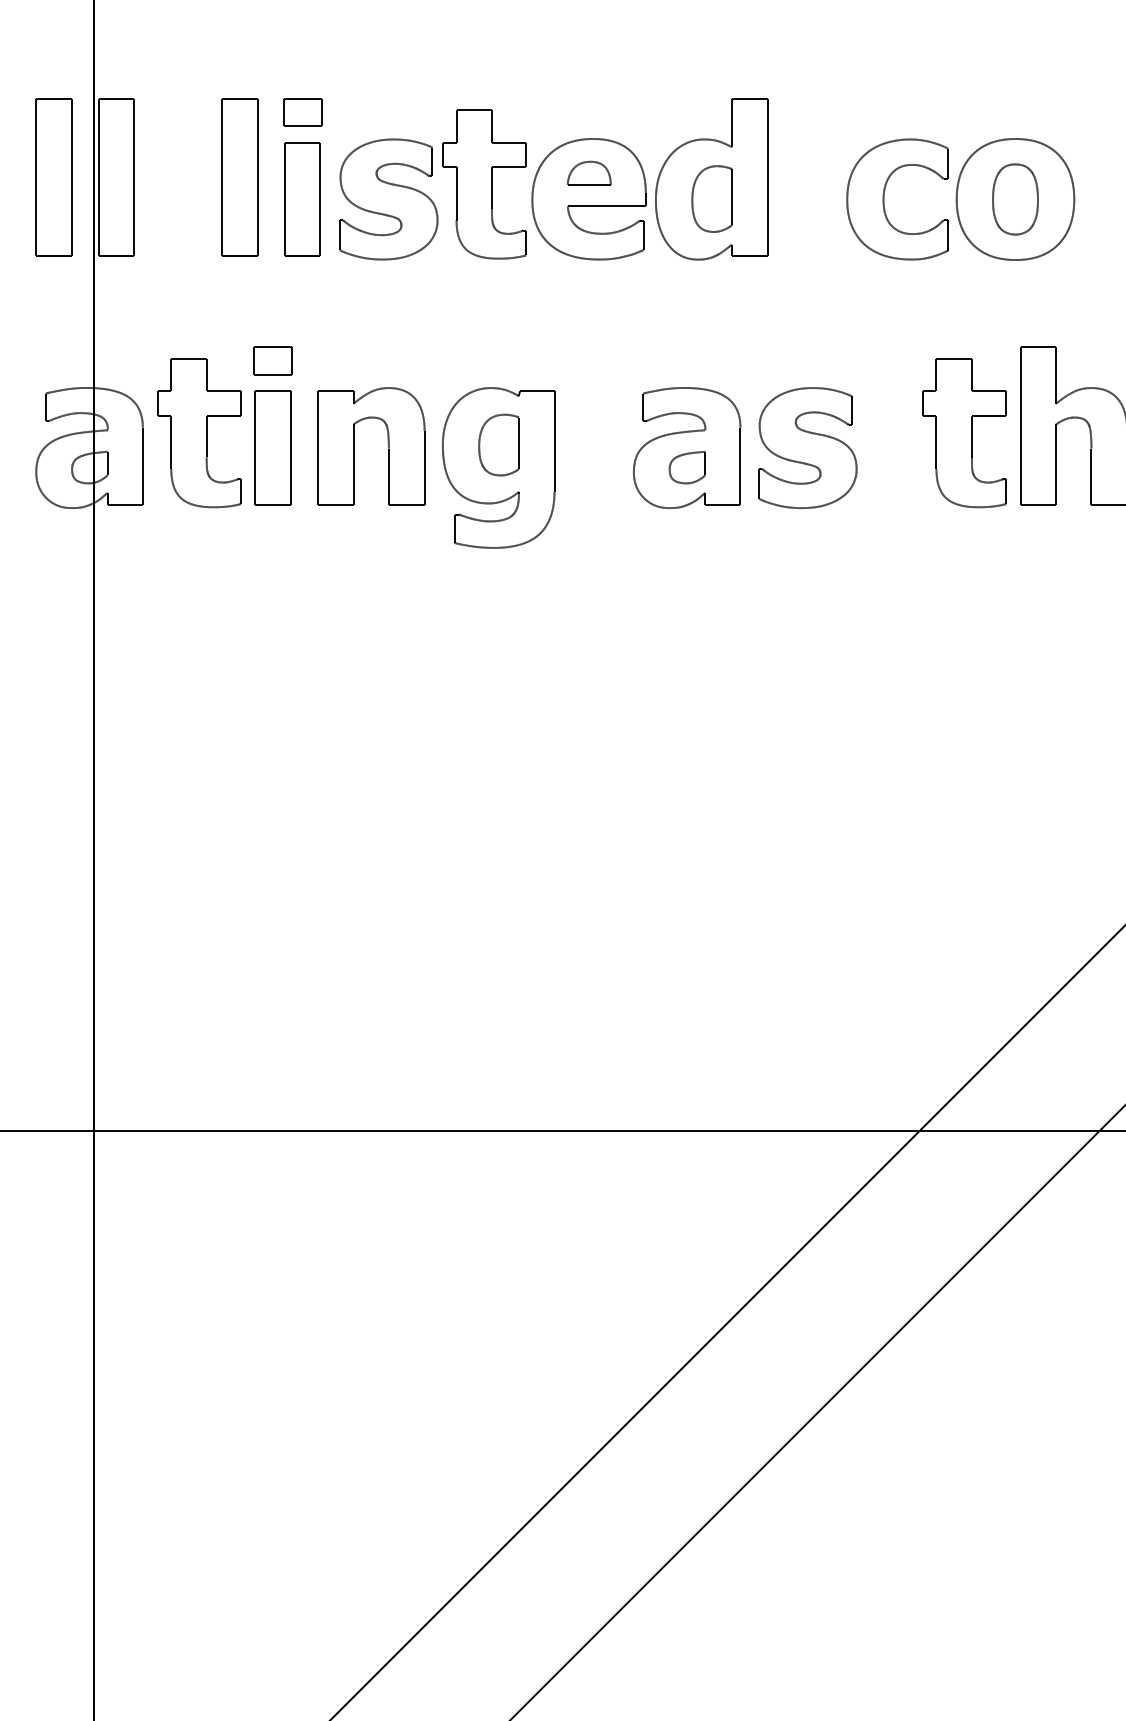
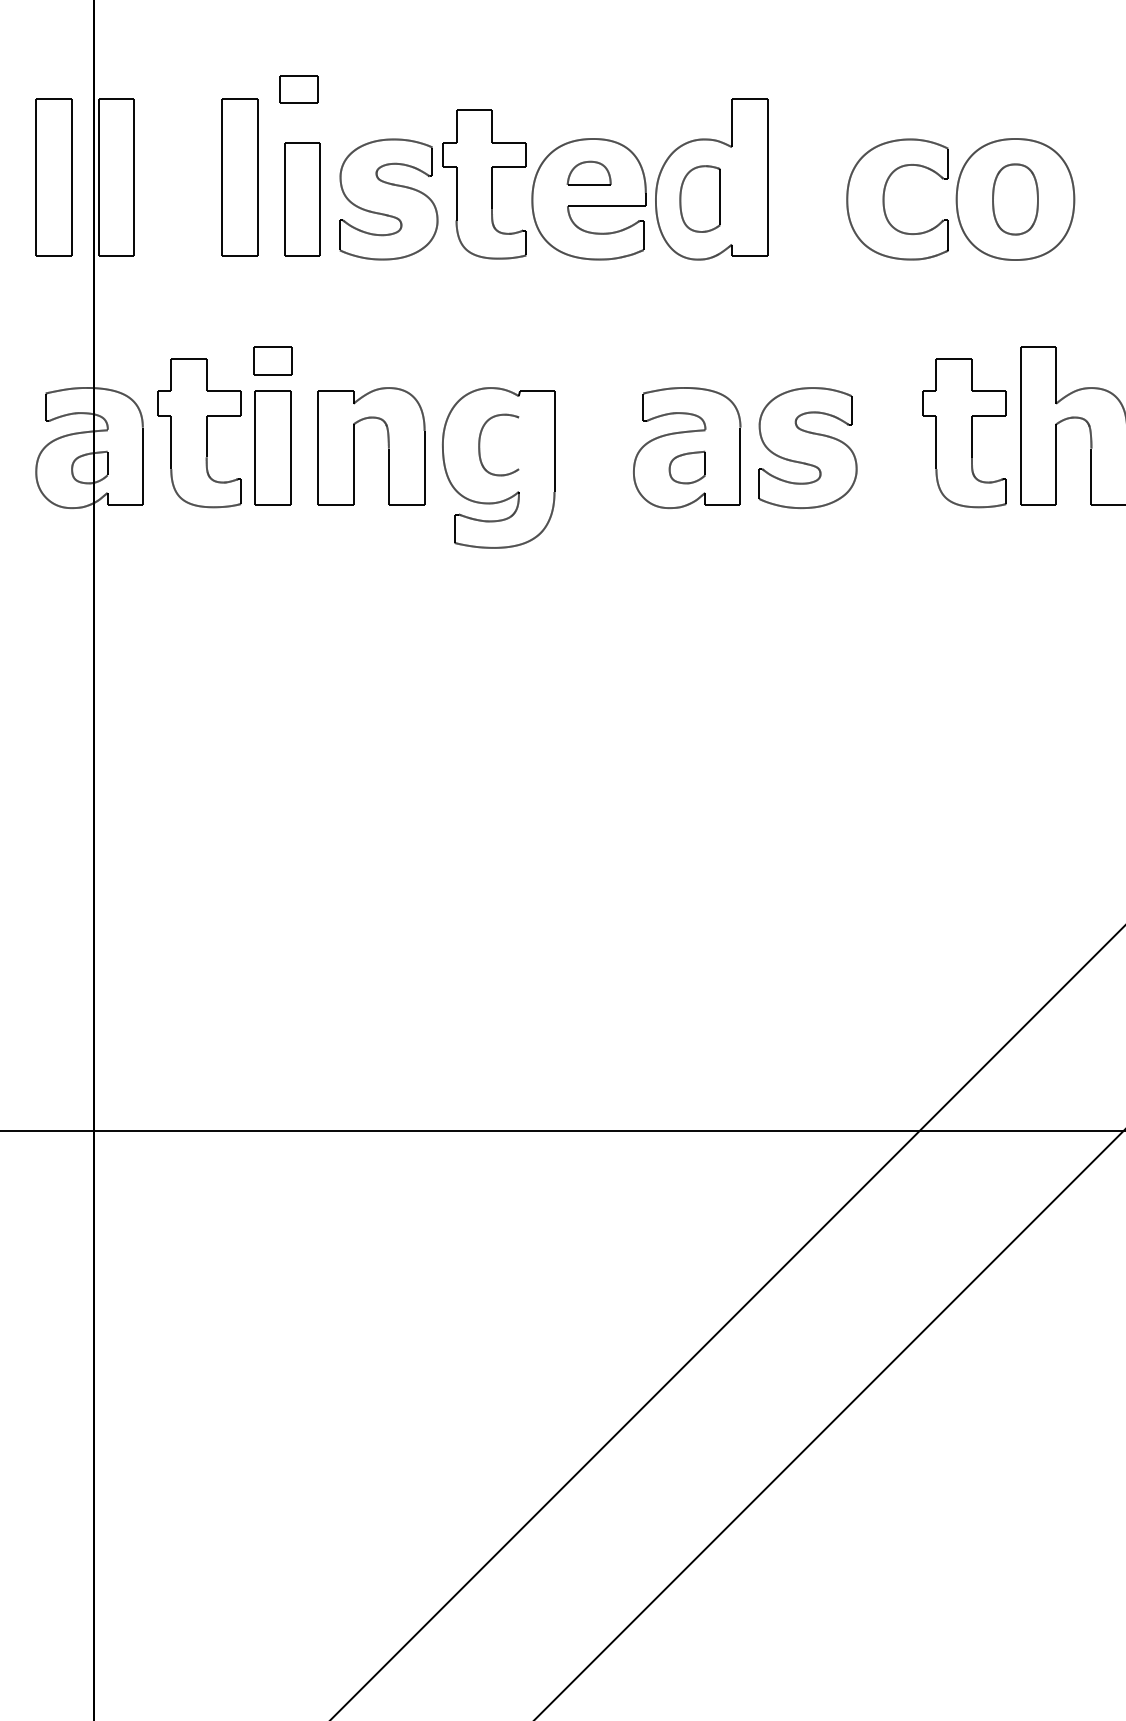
part at (302, 112) position: (302, 112) -> (298, 89)
part at (711, 198) position: (711, 198) -> (699, 198)
line at (518, 443): present -> none
line at (817, 1412) position: (817, 1412) -> (829, 1424)
